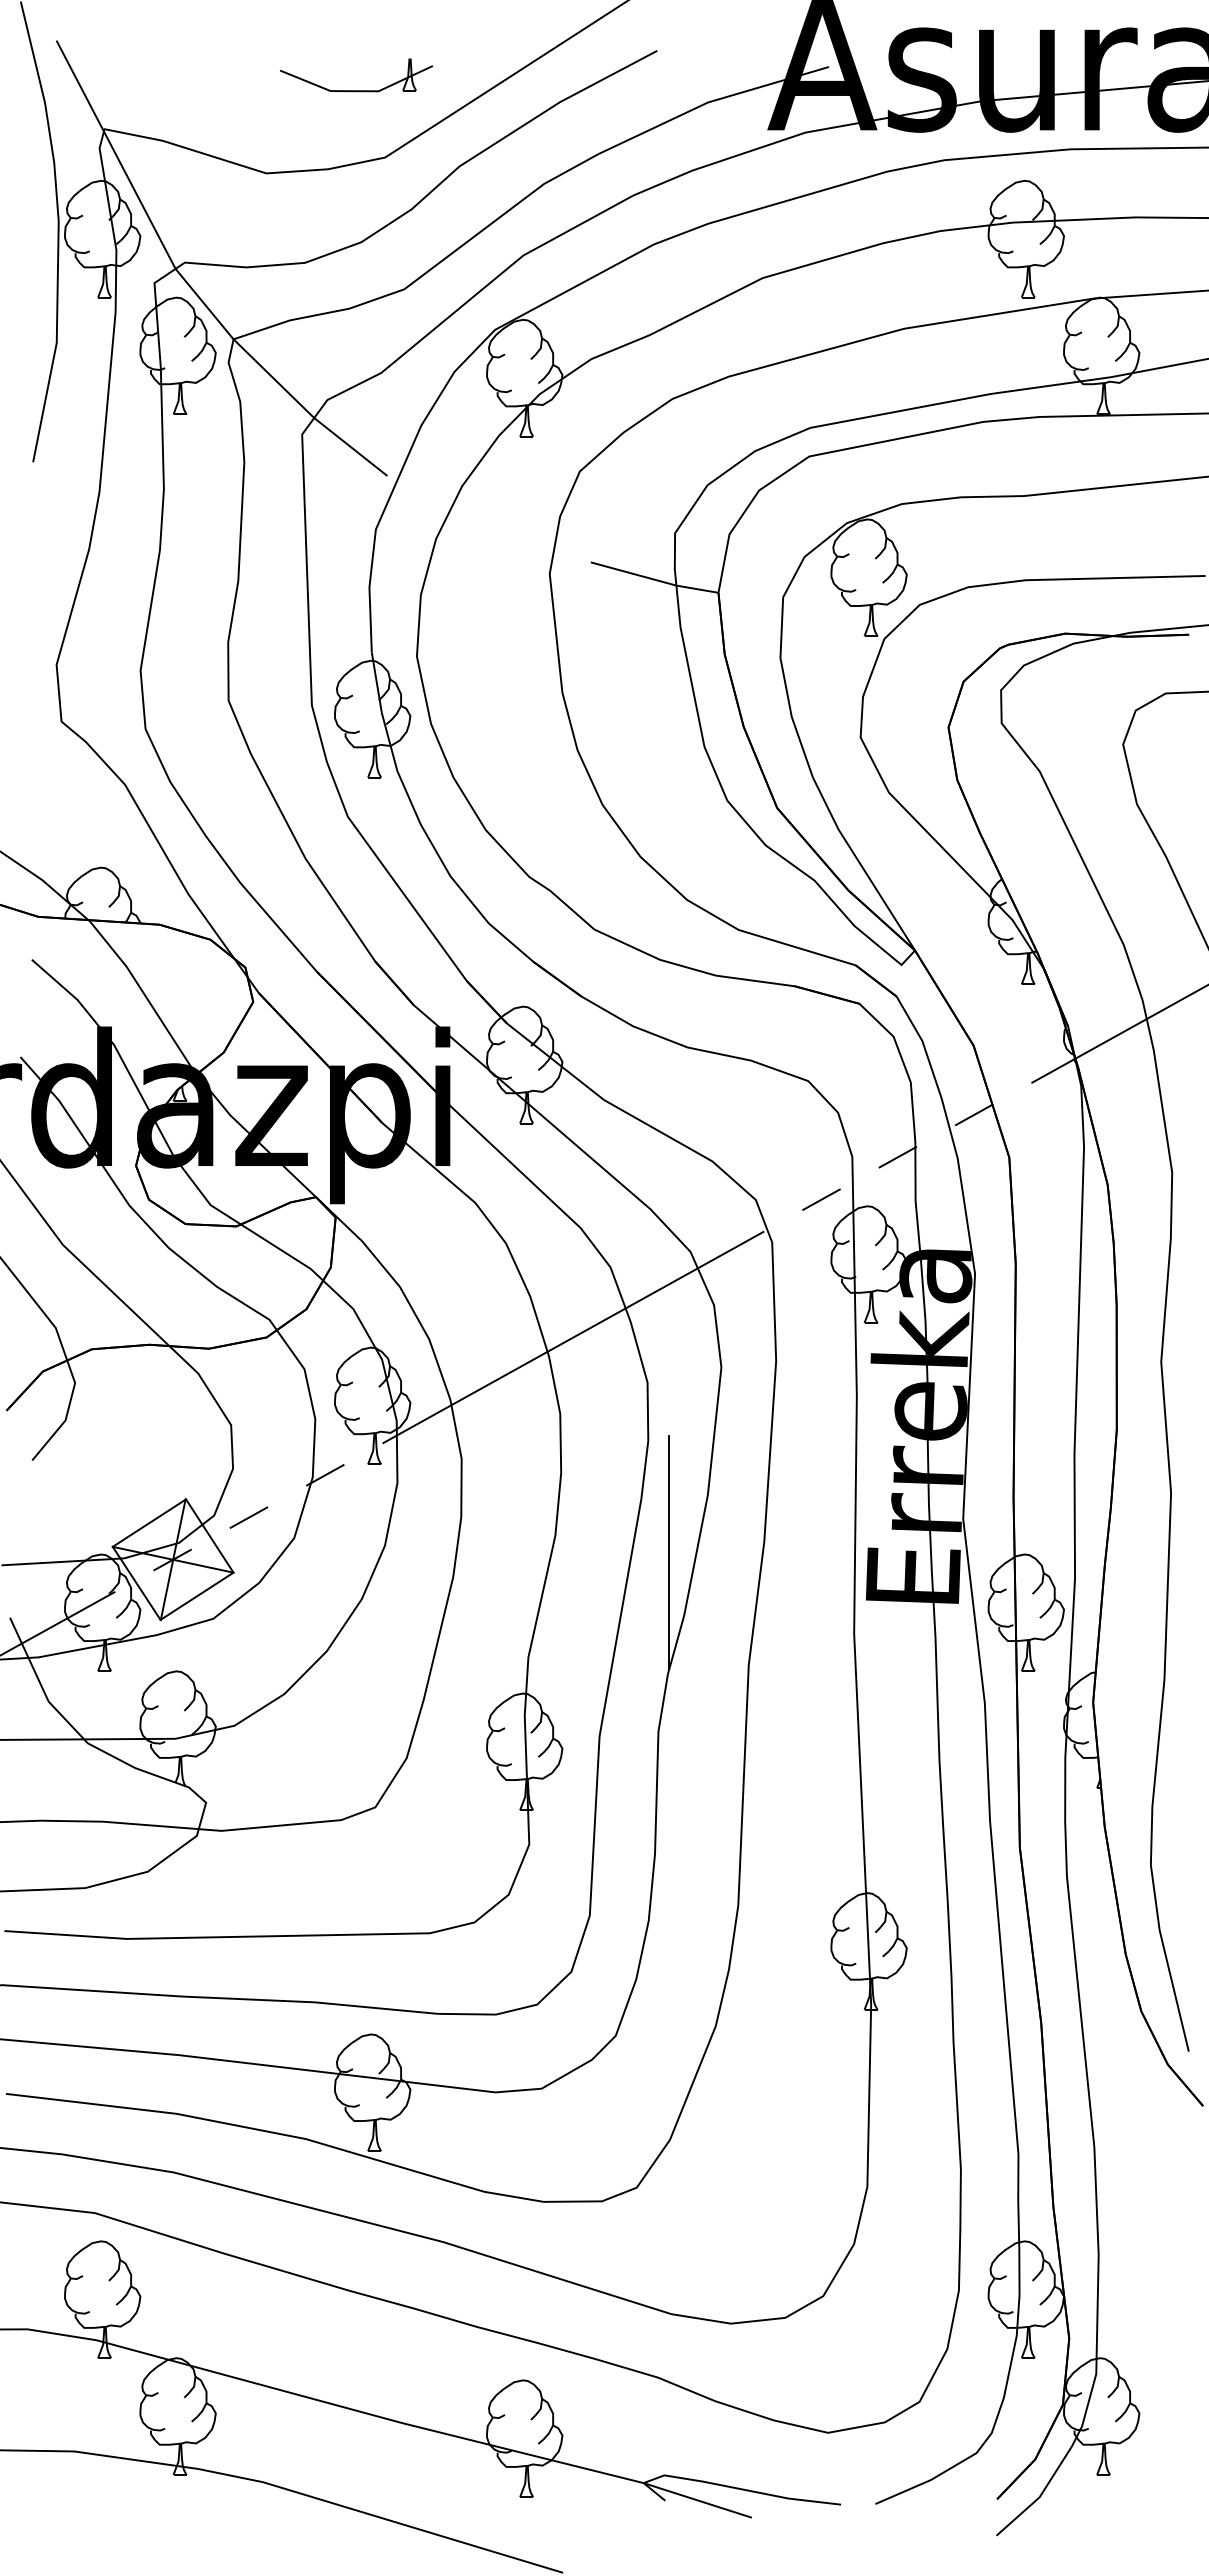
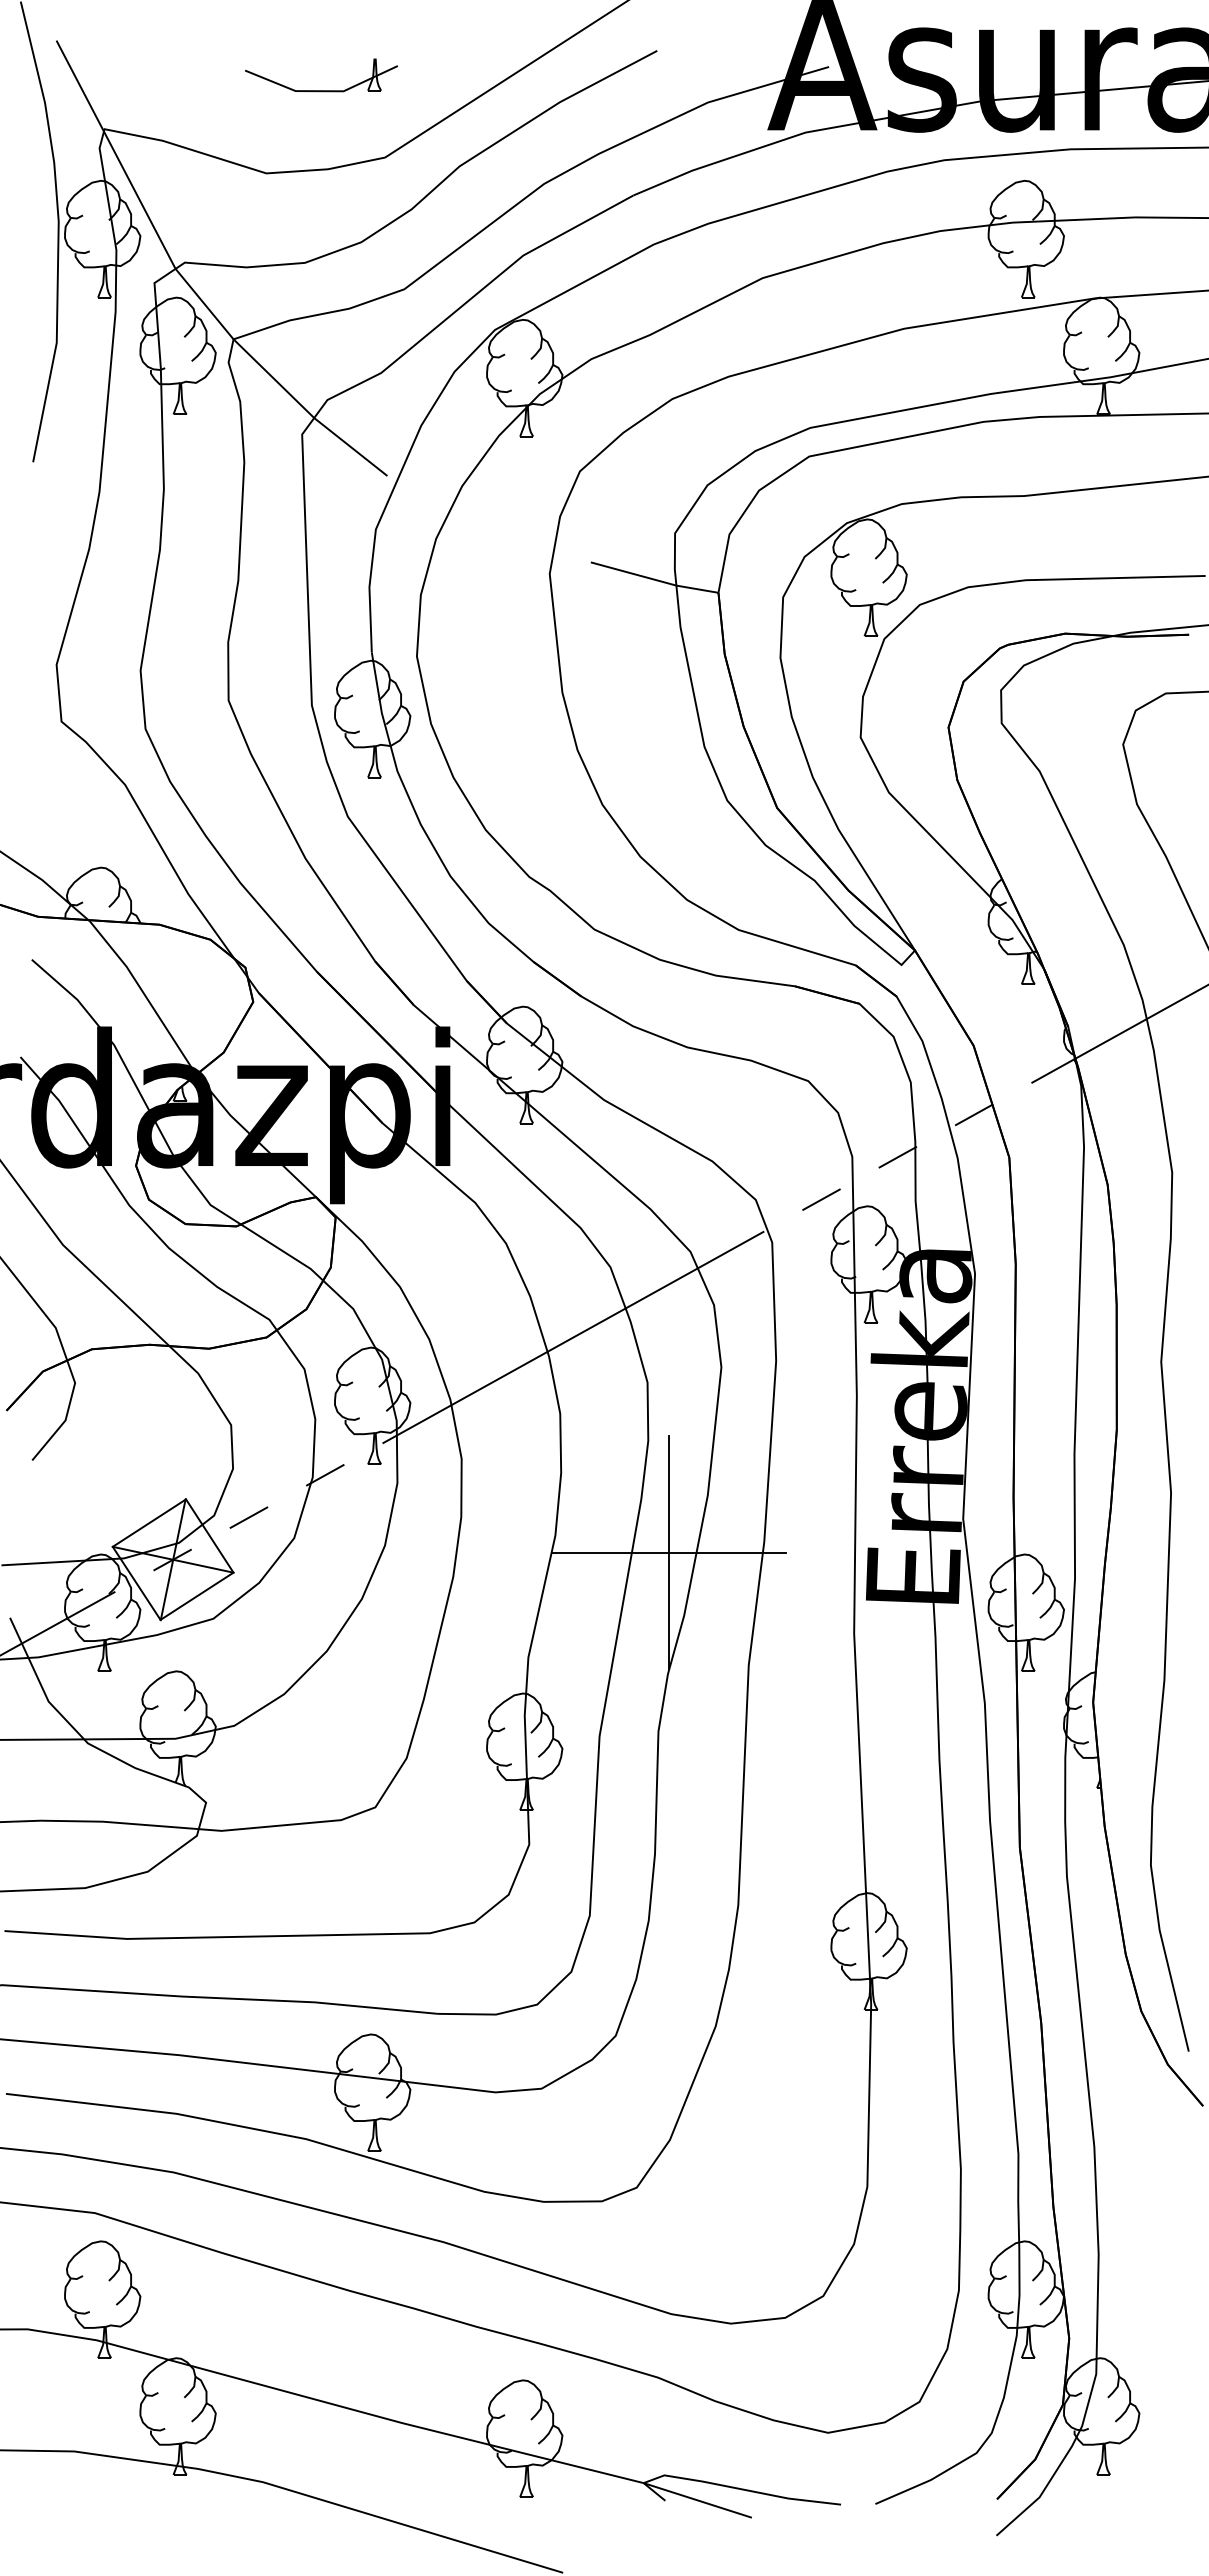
part at (356, 90) position: (356, 90) -> (321, 90)
line at (668, 1552): none -> present
